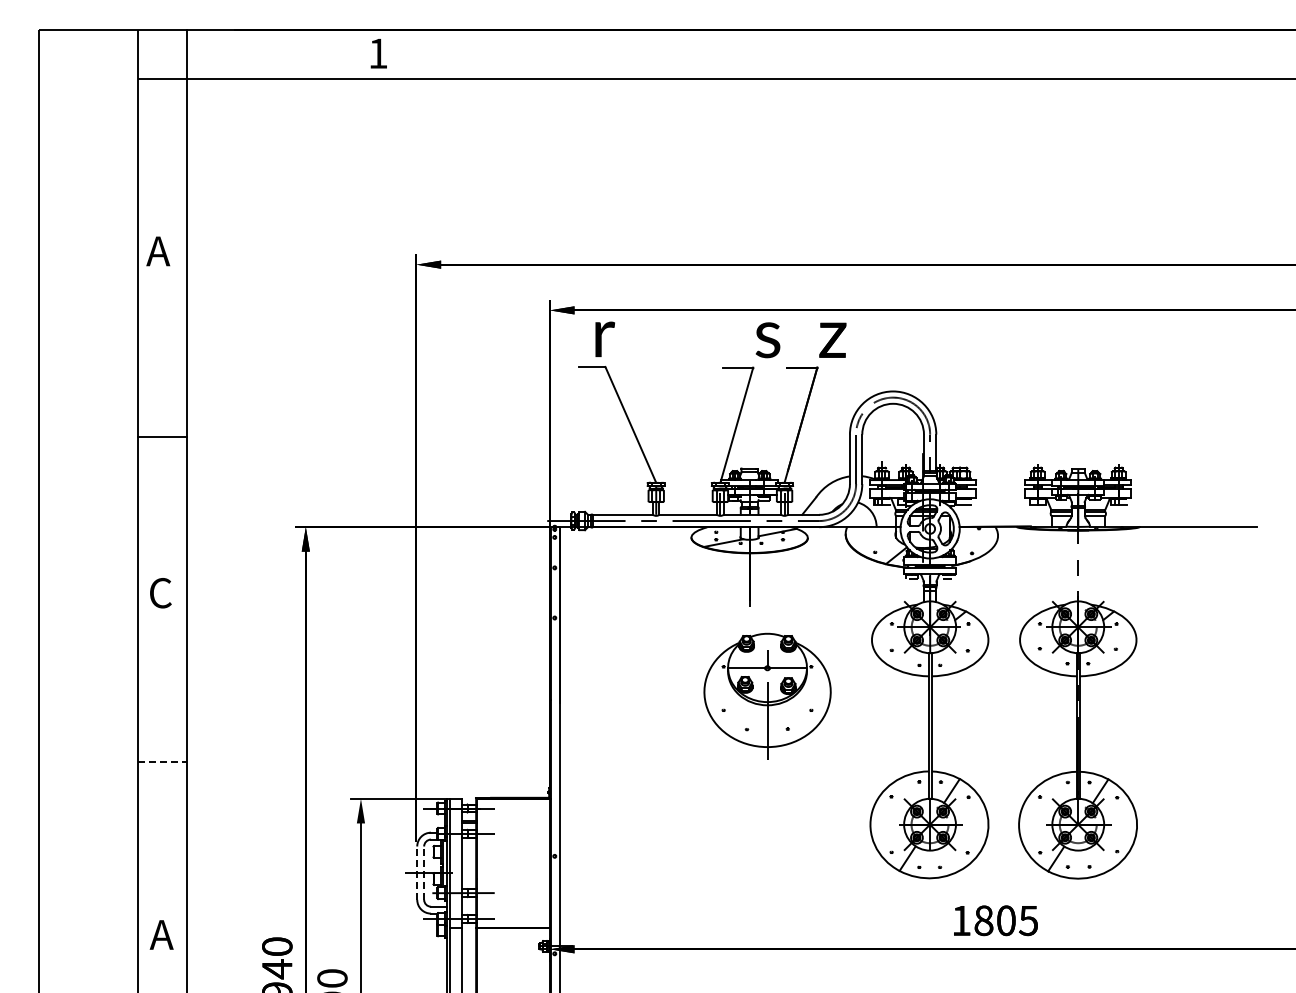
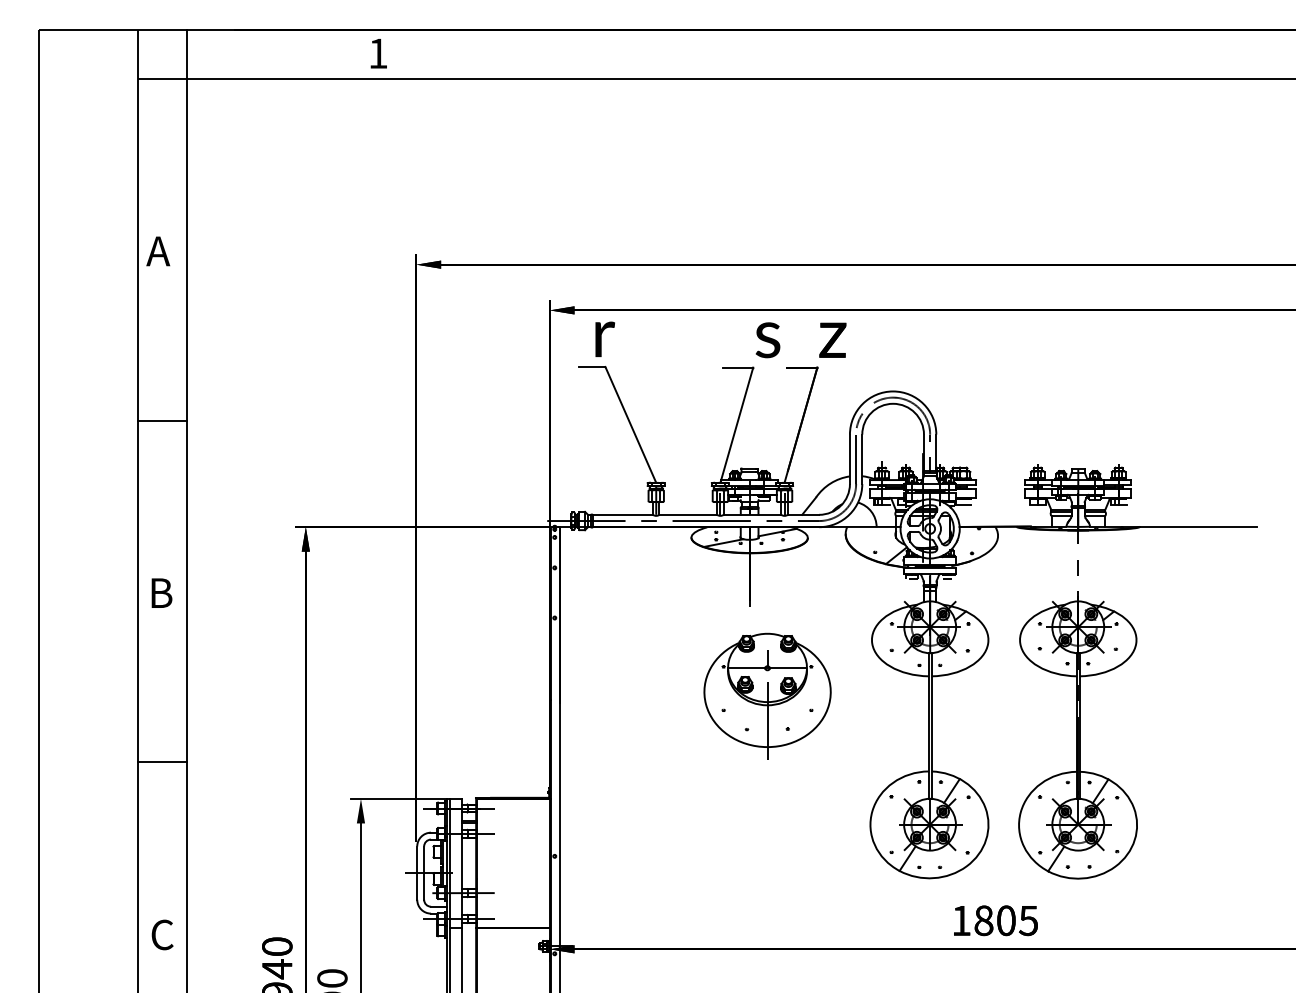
line at (161, 436) position: (161, 436) -> (161, 420)
text at (161, 593): С -> B
line at (162, 762): dashed -> solid
line at (417, 873): dashed -> solid
line at (424, 873): dashed -> solid
text at (161, 934): А -> С
